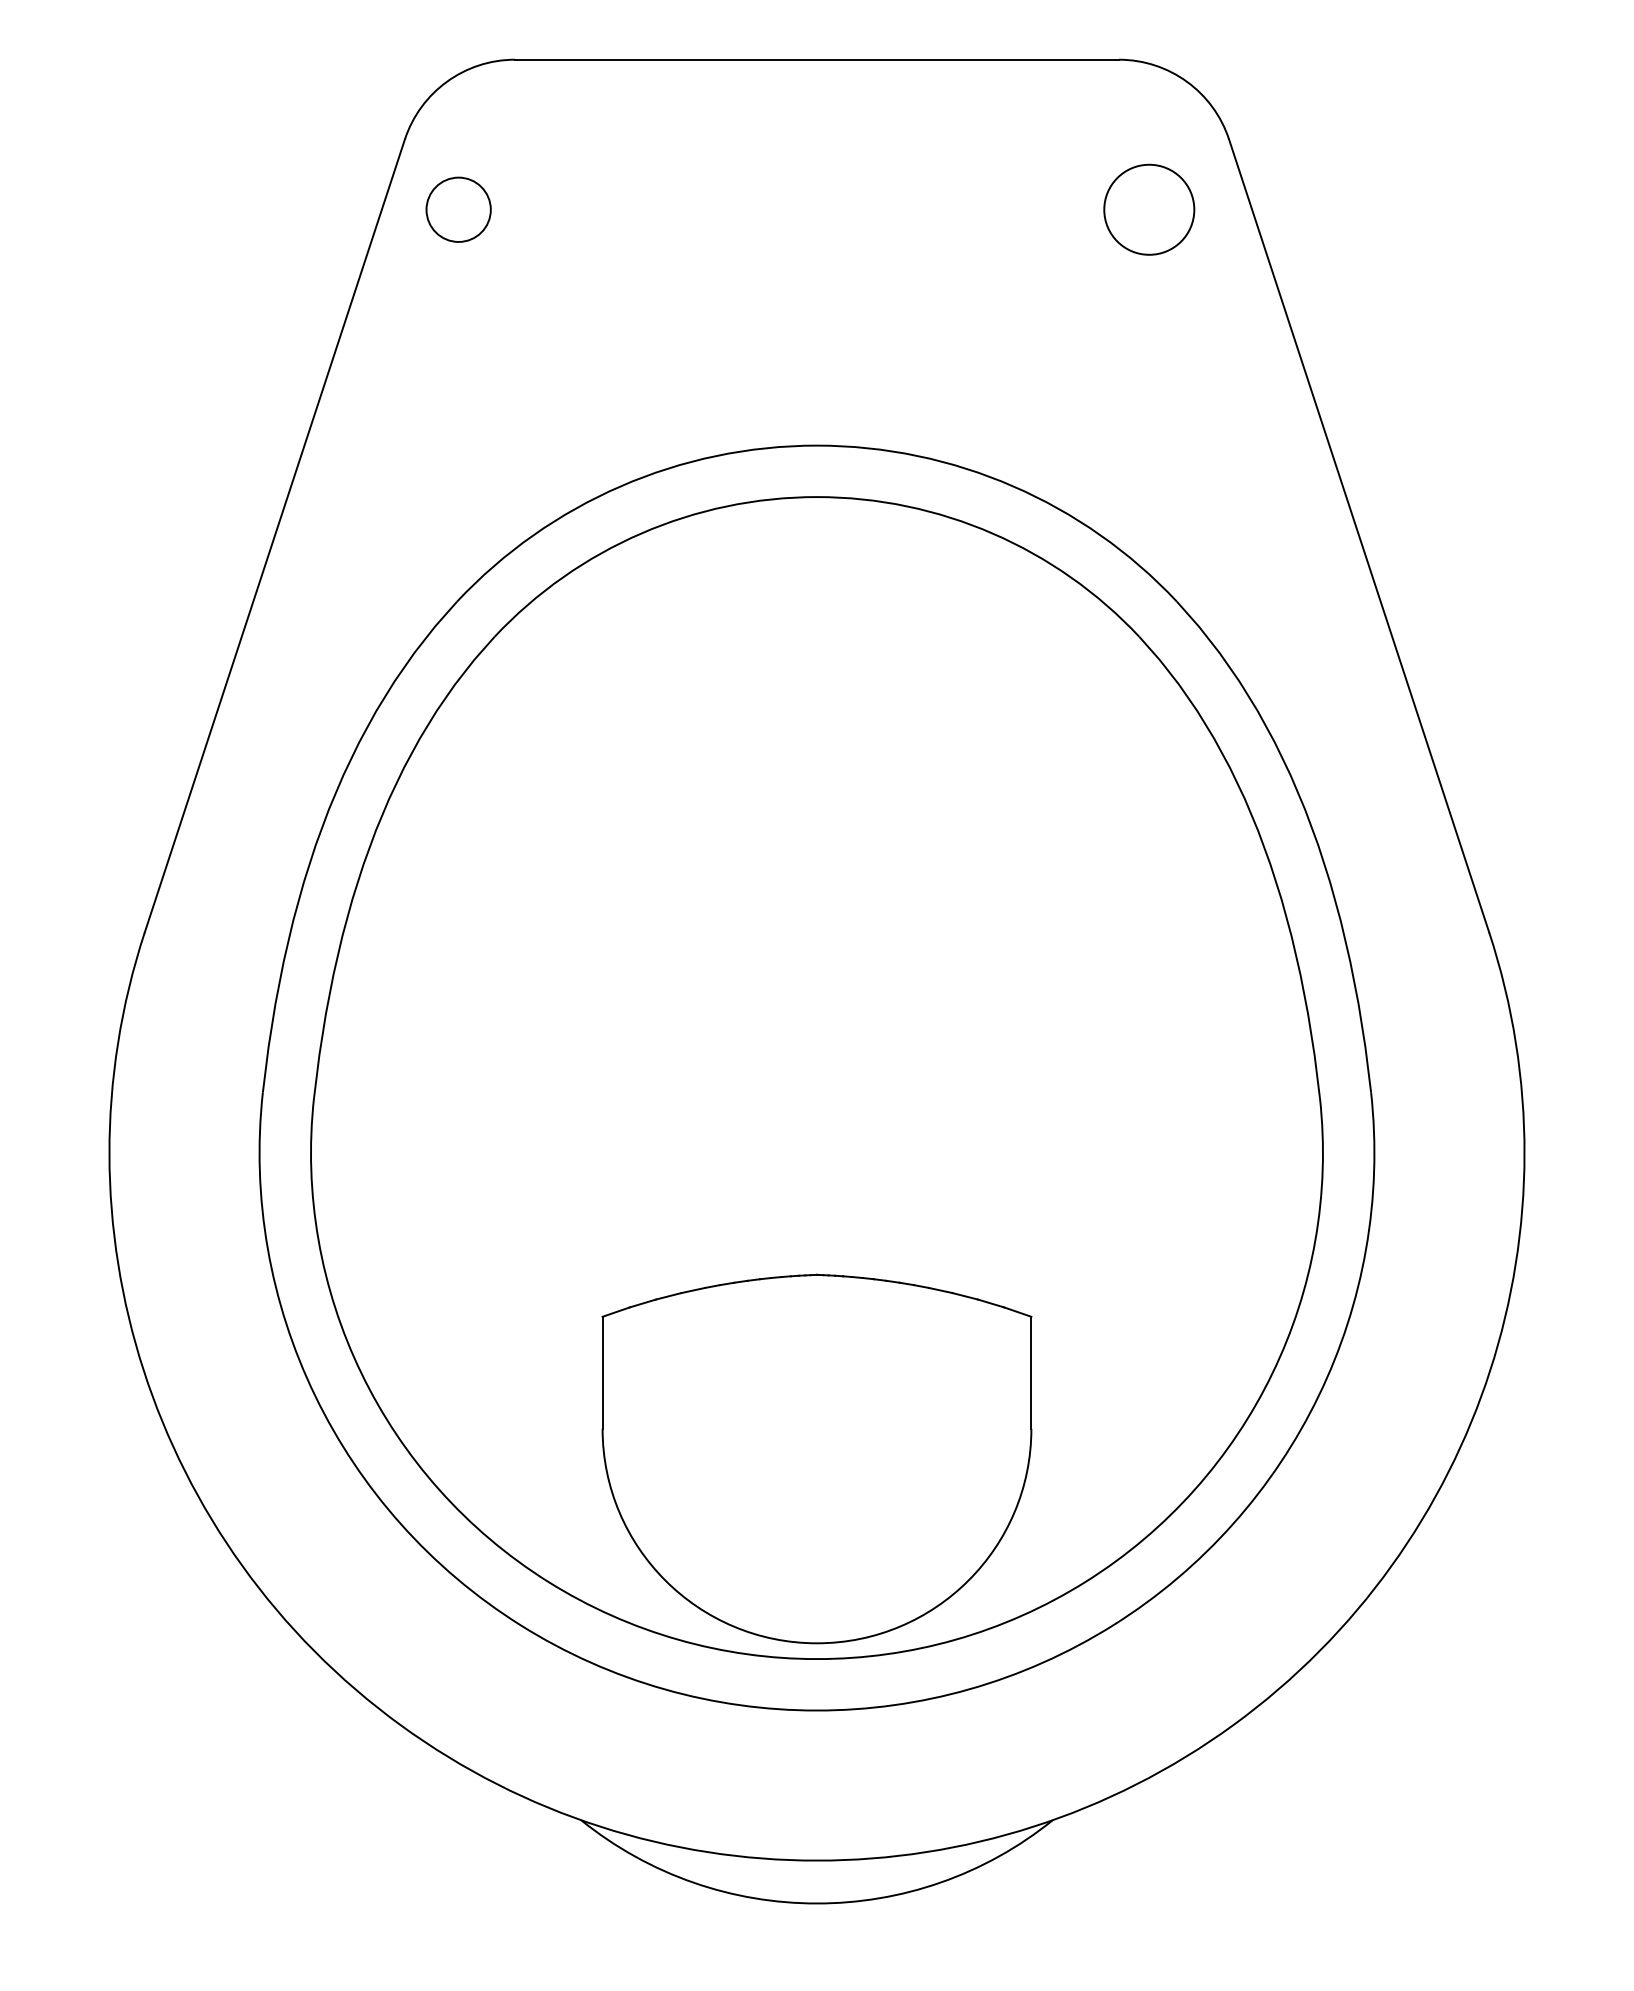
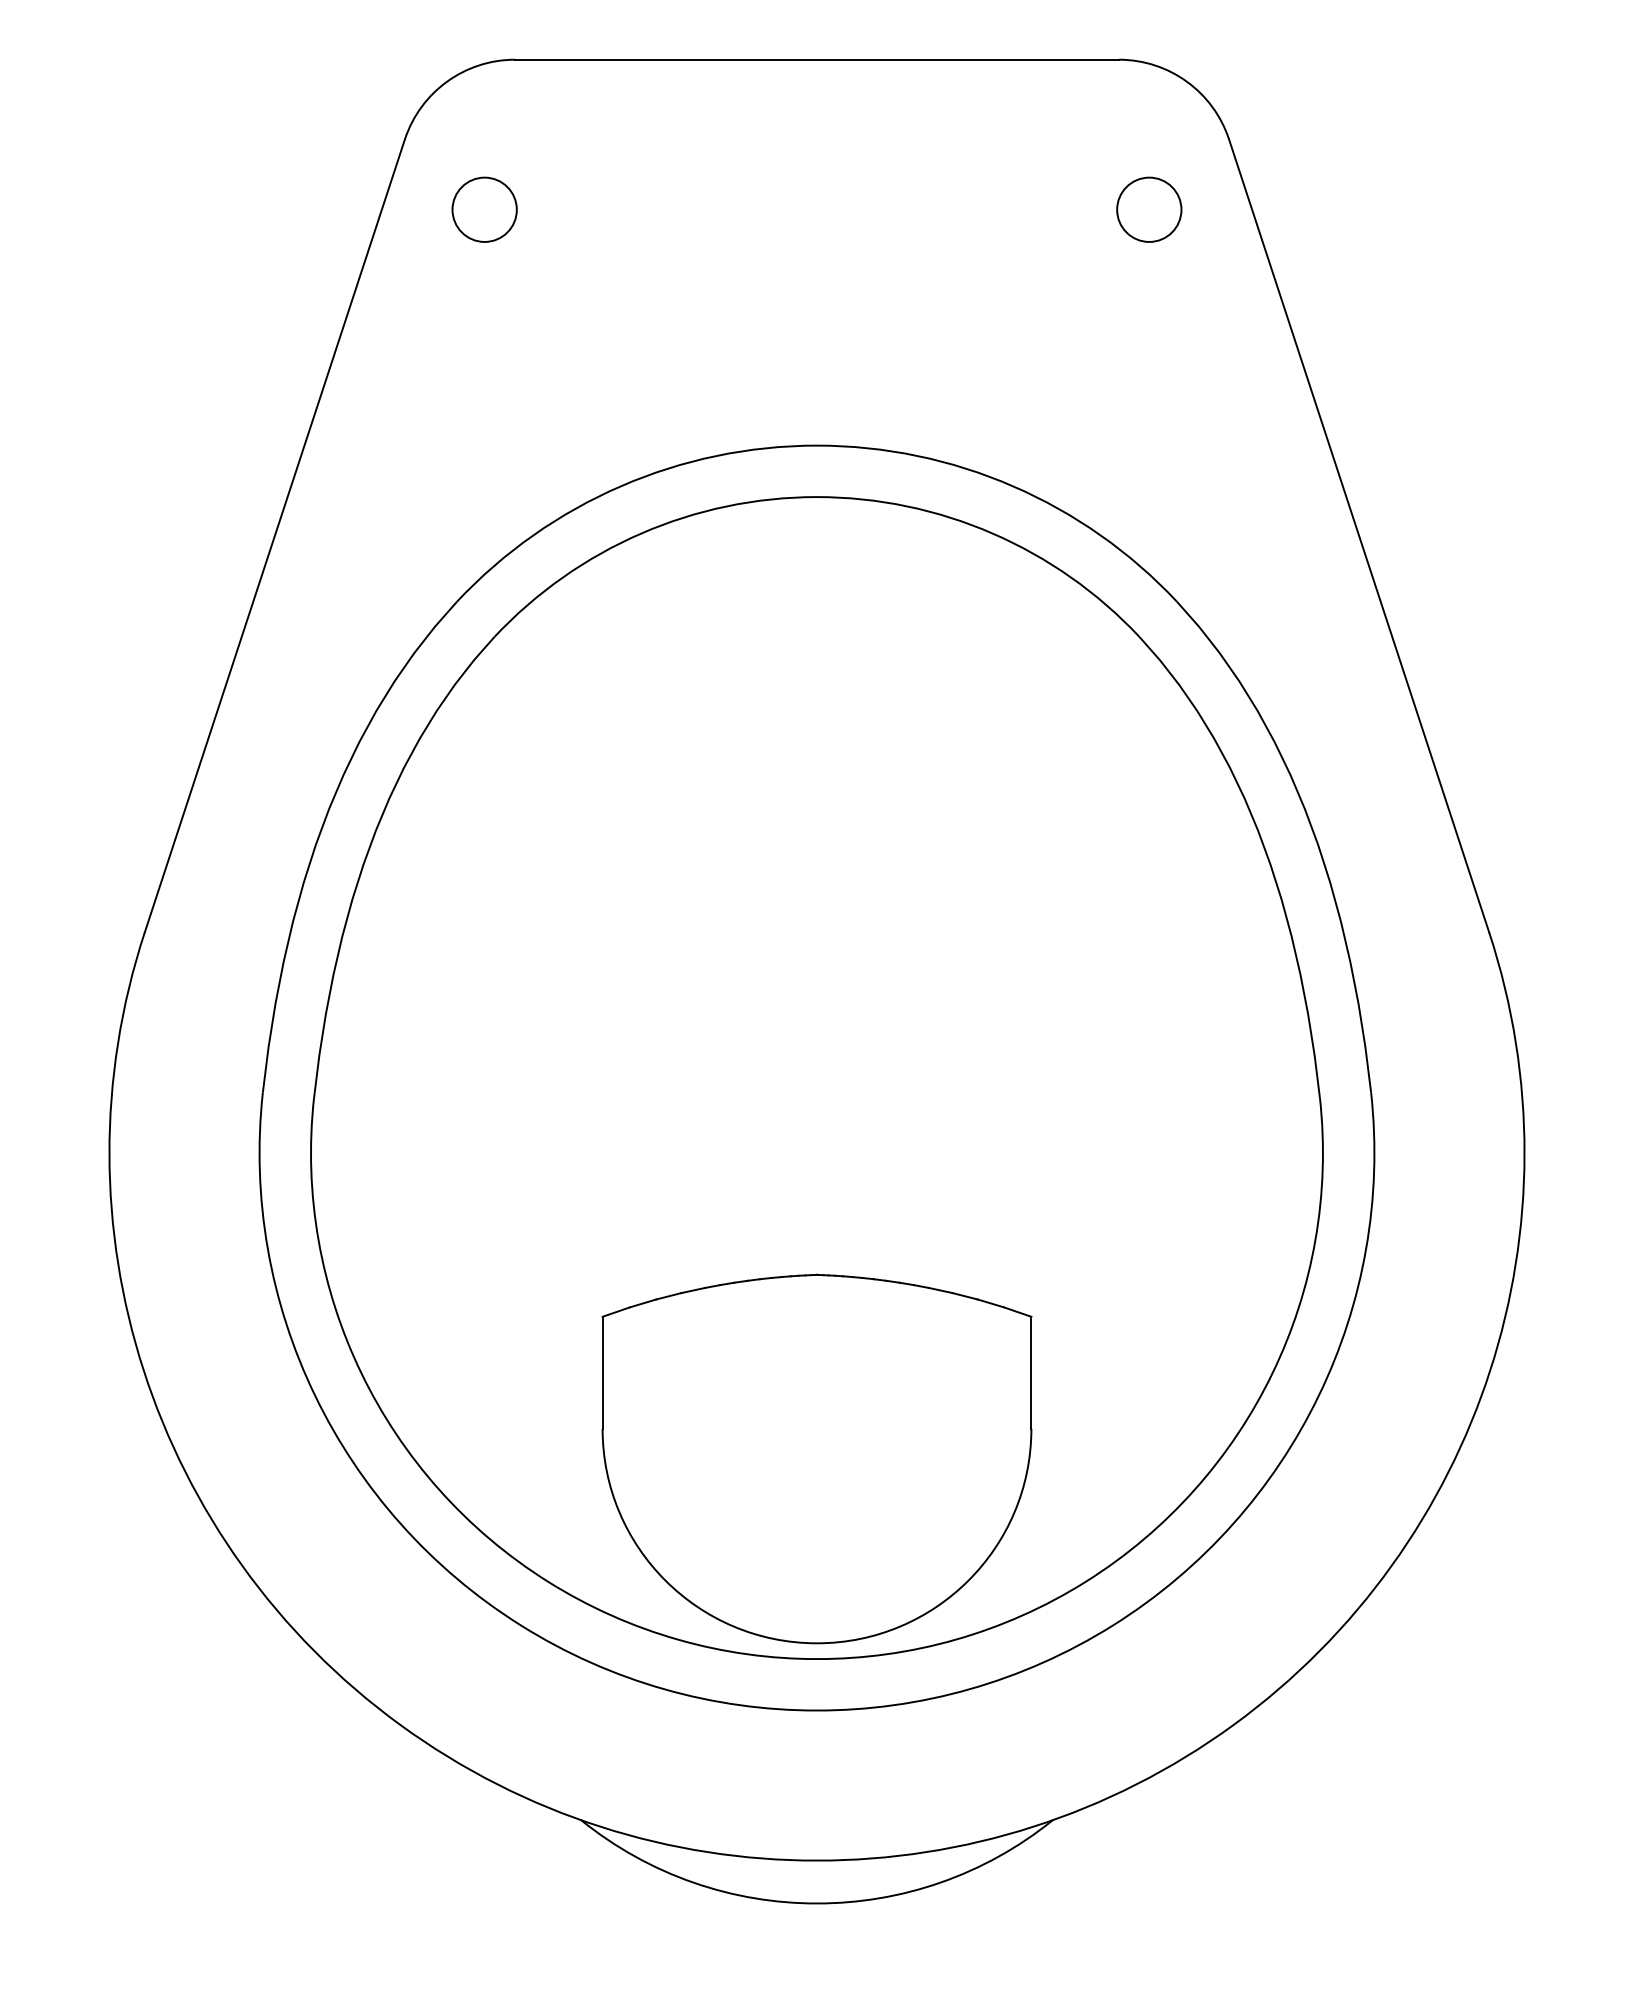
circle at (458, 209) position: (458, 209) -> (484, 209)
circle at (1149, 209) diameter: 90 px -> 64 px
